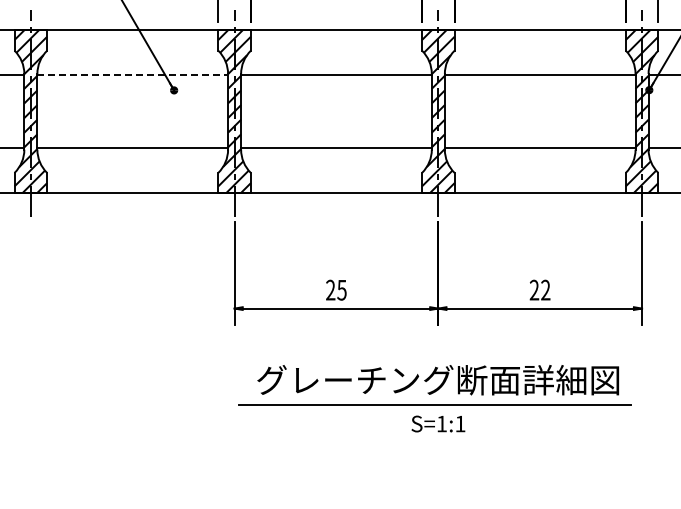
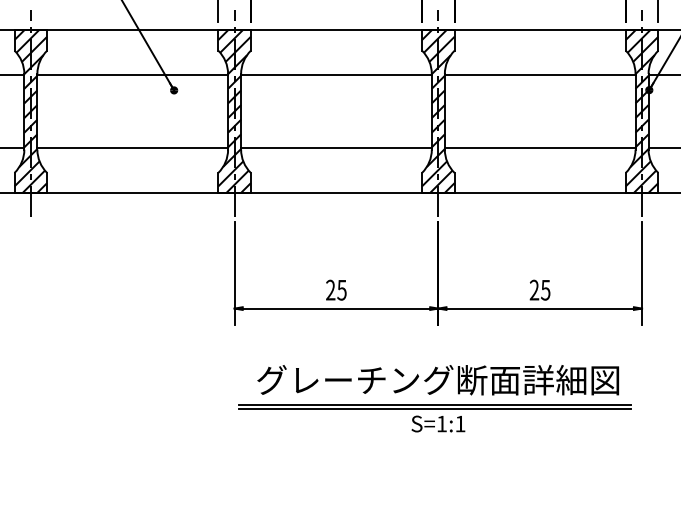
line at (133, 75): dashed -> solid
text at (545, 289): 22 -> 25
line at (434, 409): none -> present
